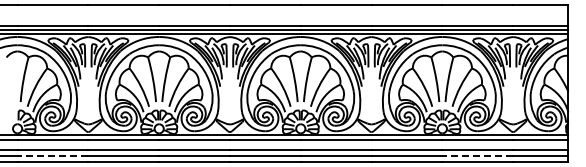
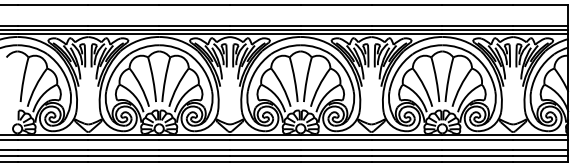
line at (52, 156): dashed -> solid
line at (477, 156): dashed -> solid
